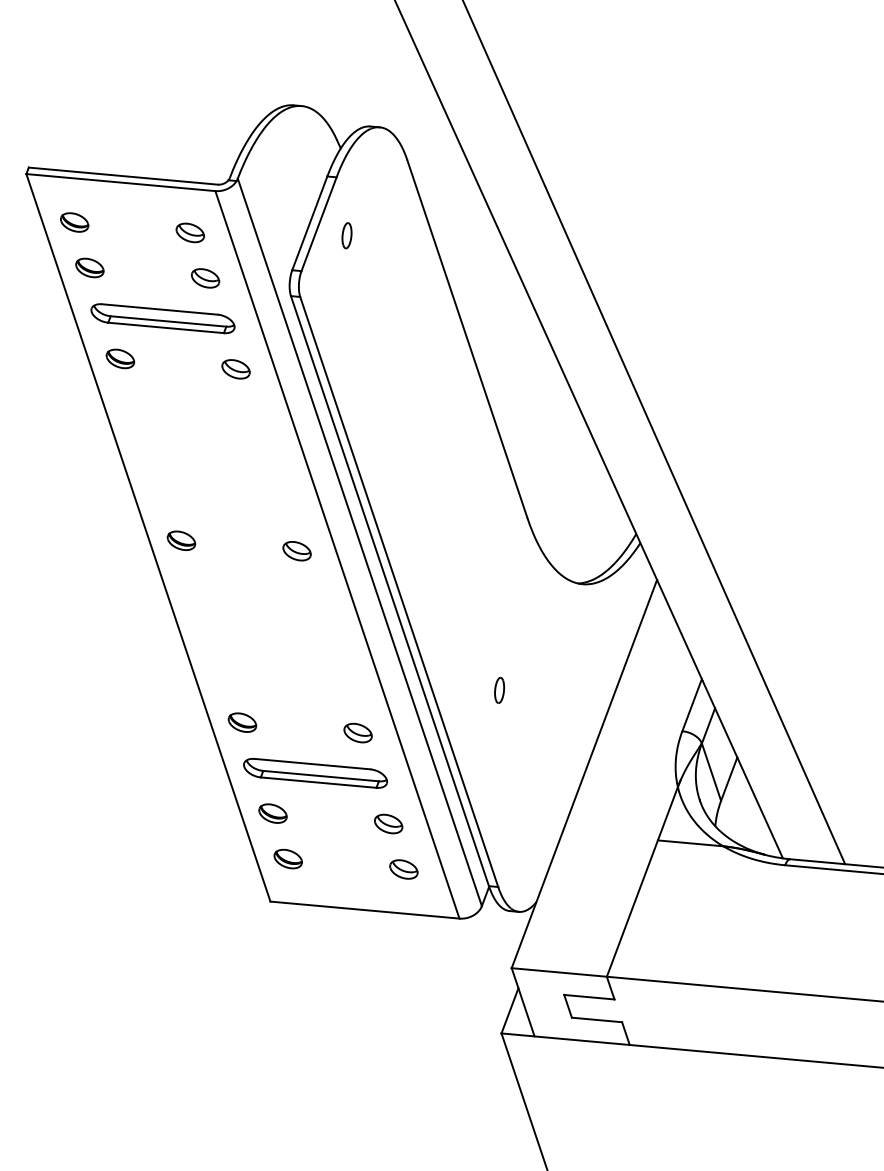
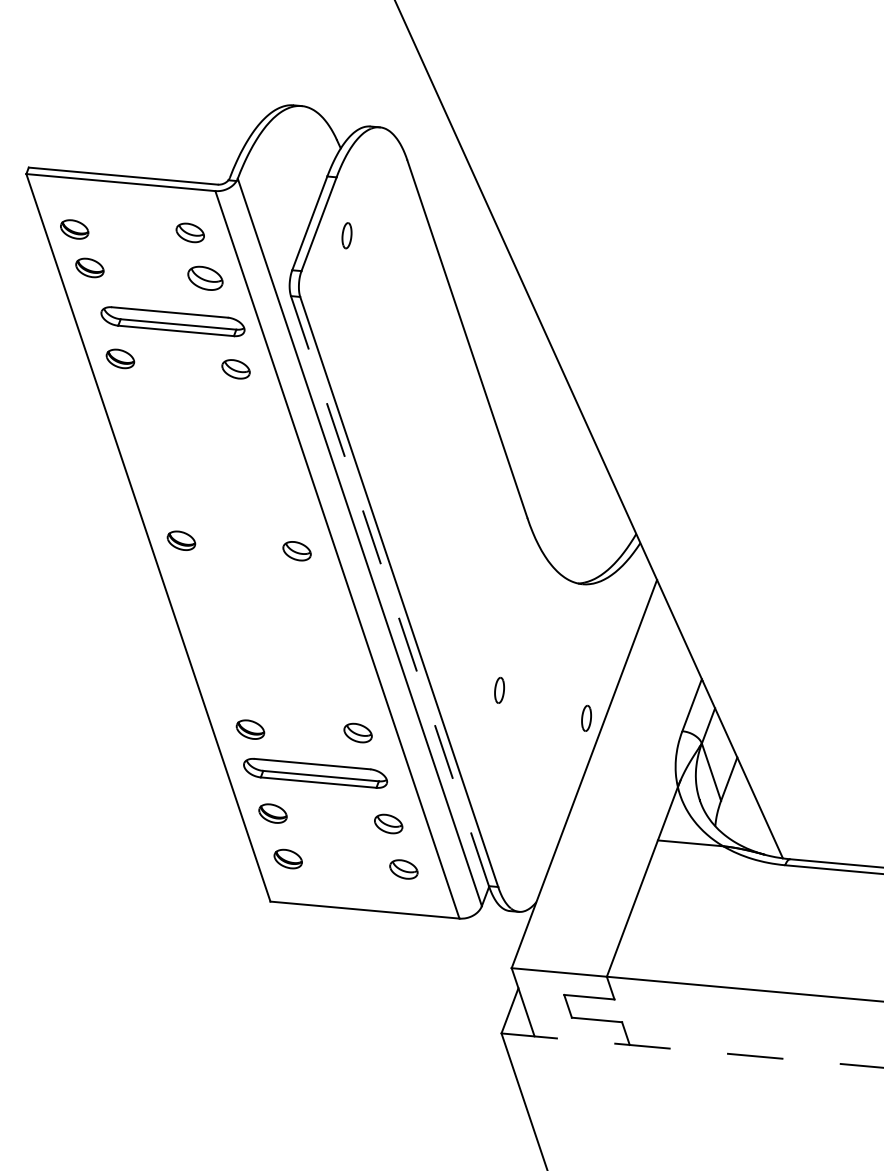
part at (74, 222) position: (74, 222) -> (74, 229)
part at (205, 278) size: 30x21 px -> 37x26 px
part at (162, 318) position: (162, 318) -> (172, 321)
line at (654, 433): present -> none
line at (389, 590): solid -> dashed
part at (586, 717): none -> present
part at (242, 722) position: (242, 722) -> (250, 729)
line at (692, 1050): solid -> dashed
